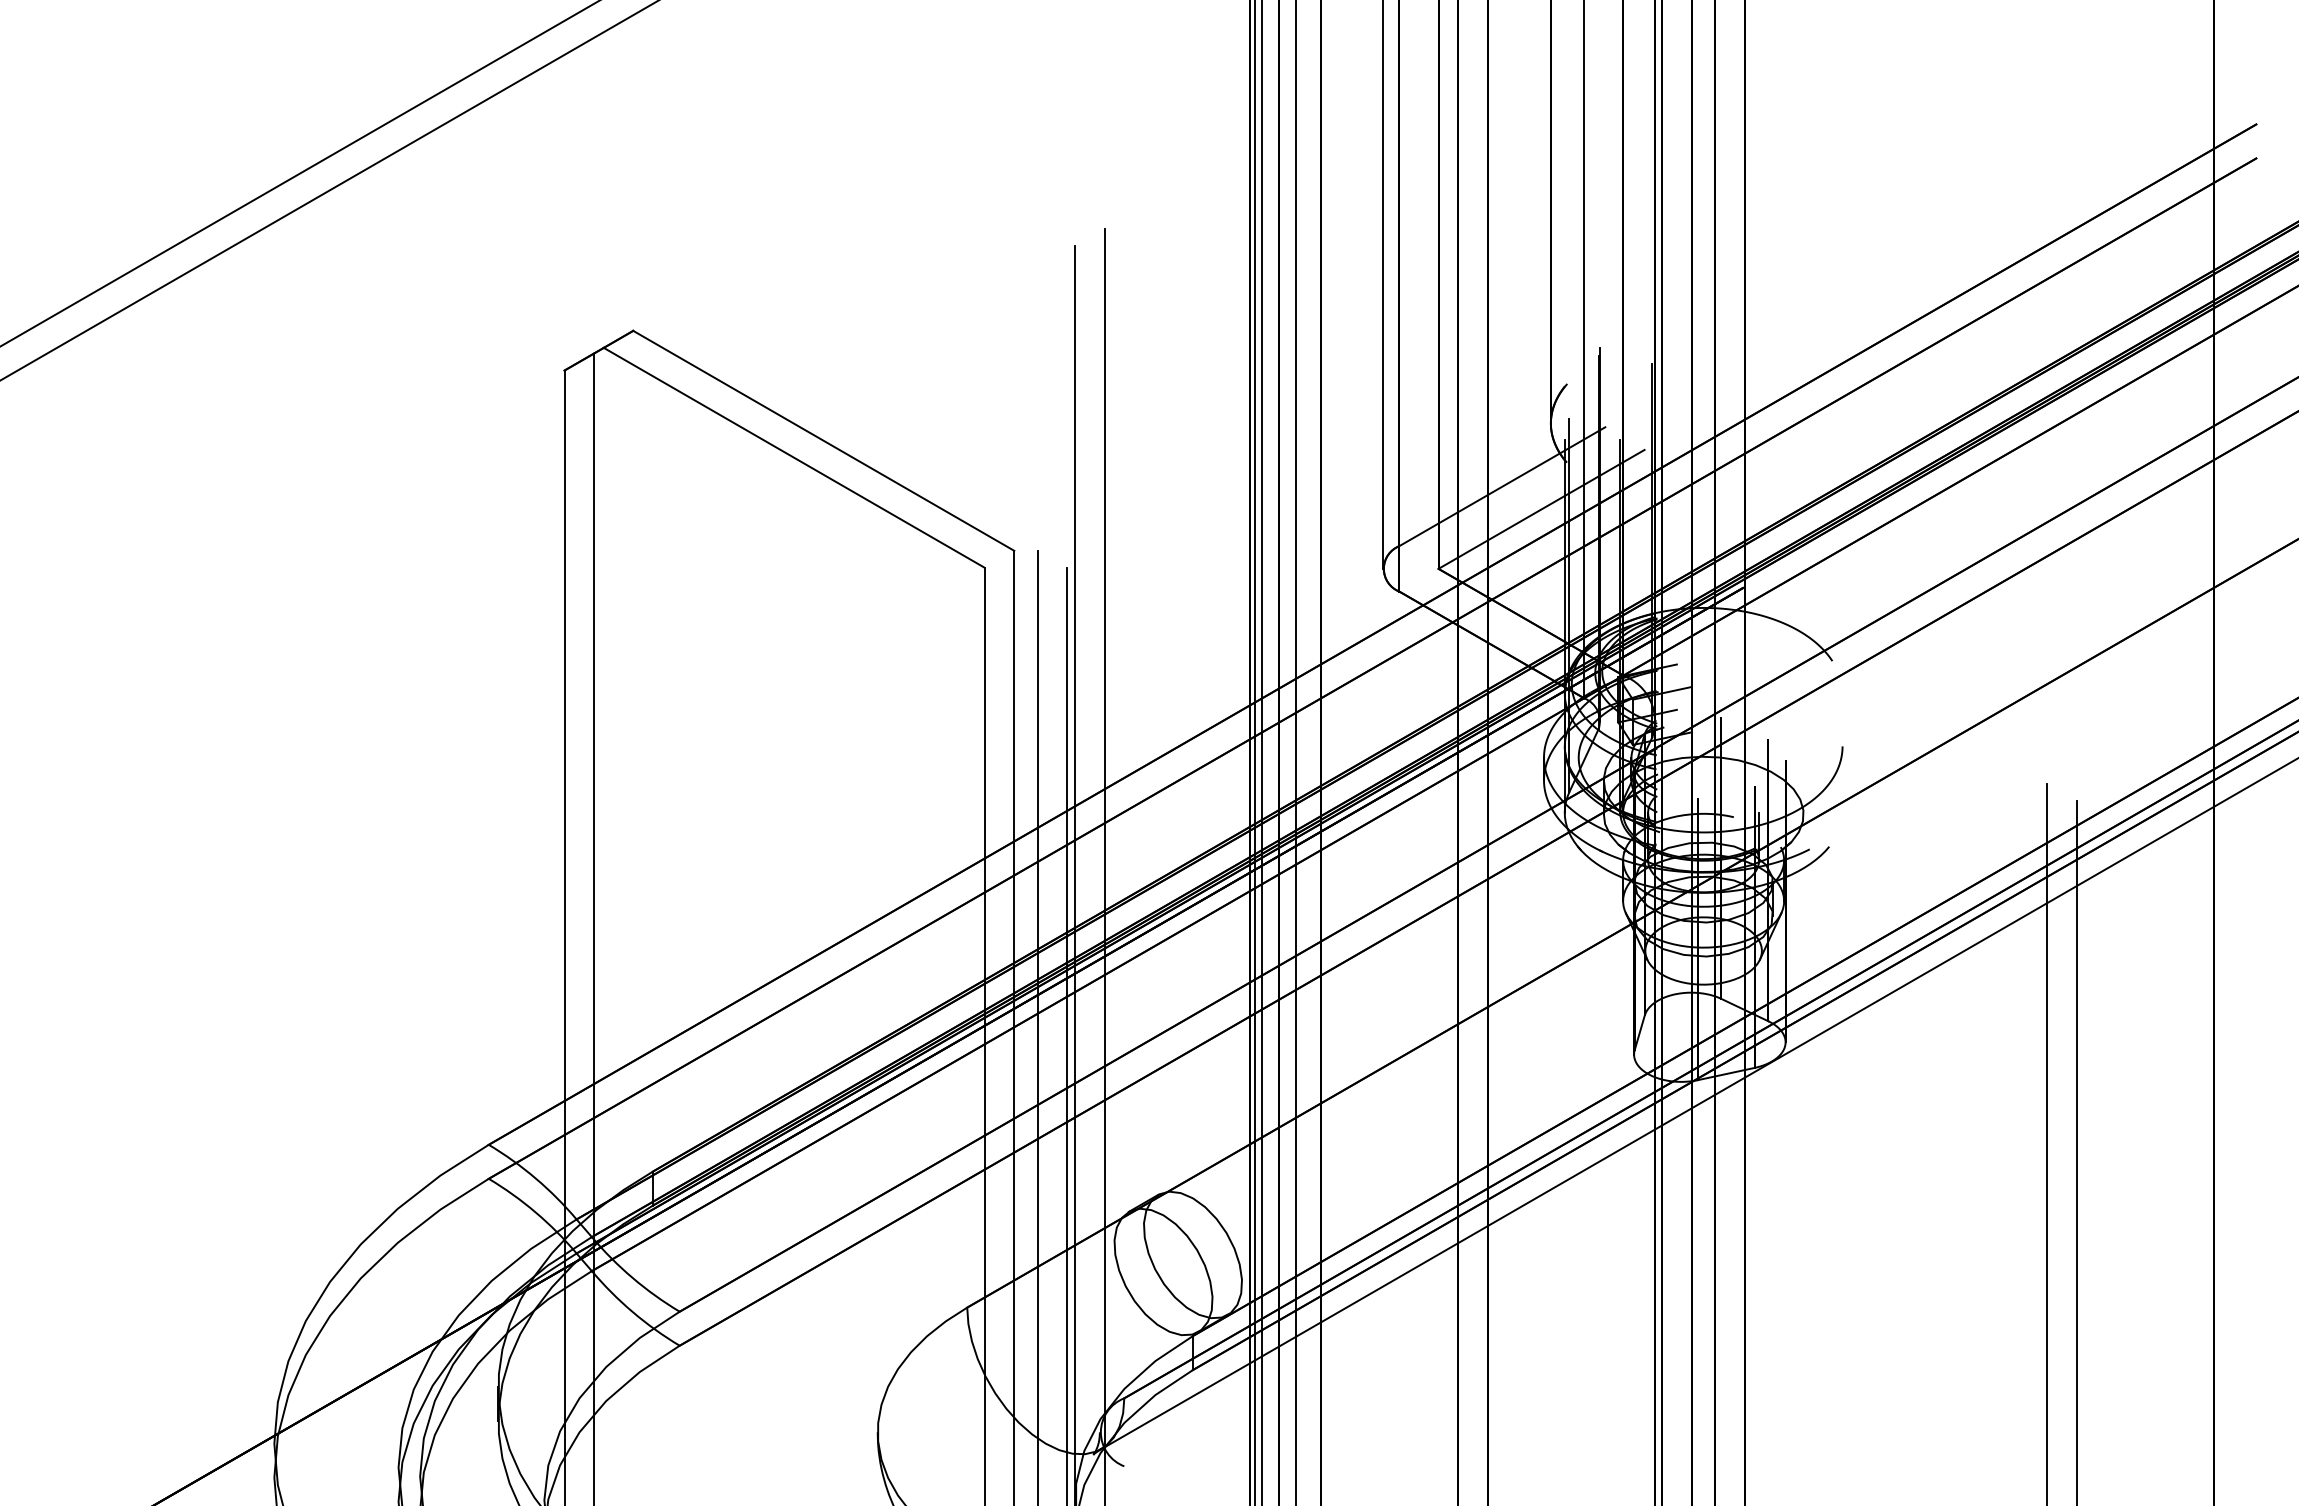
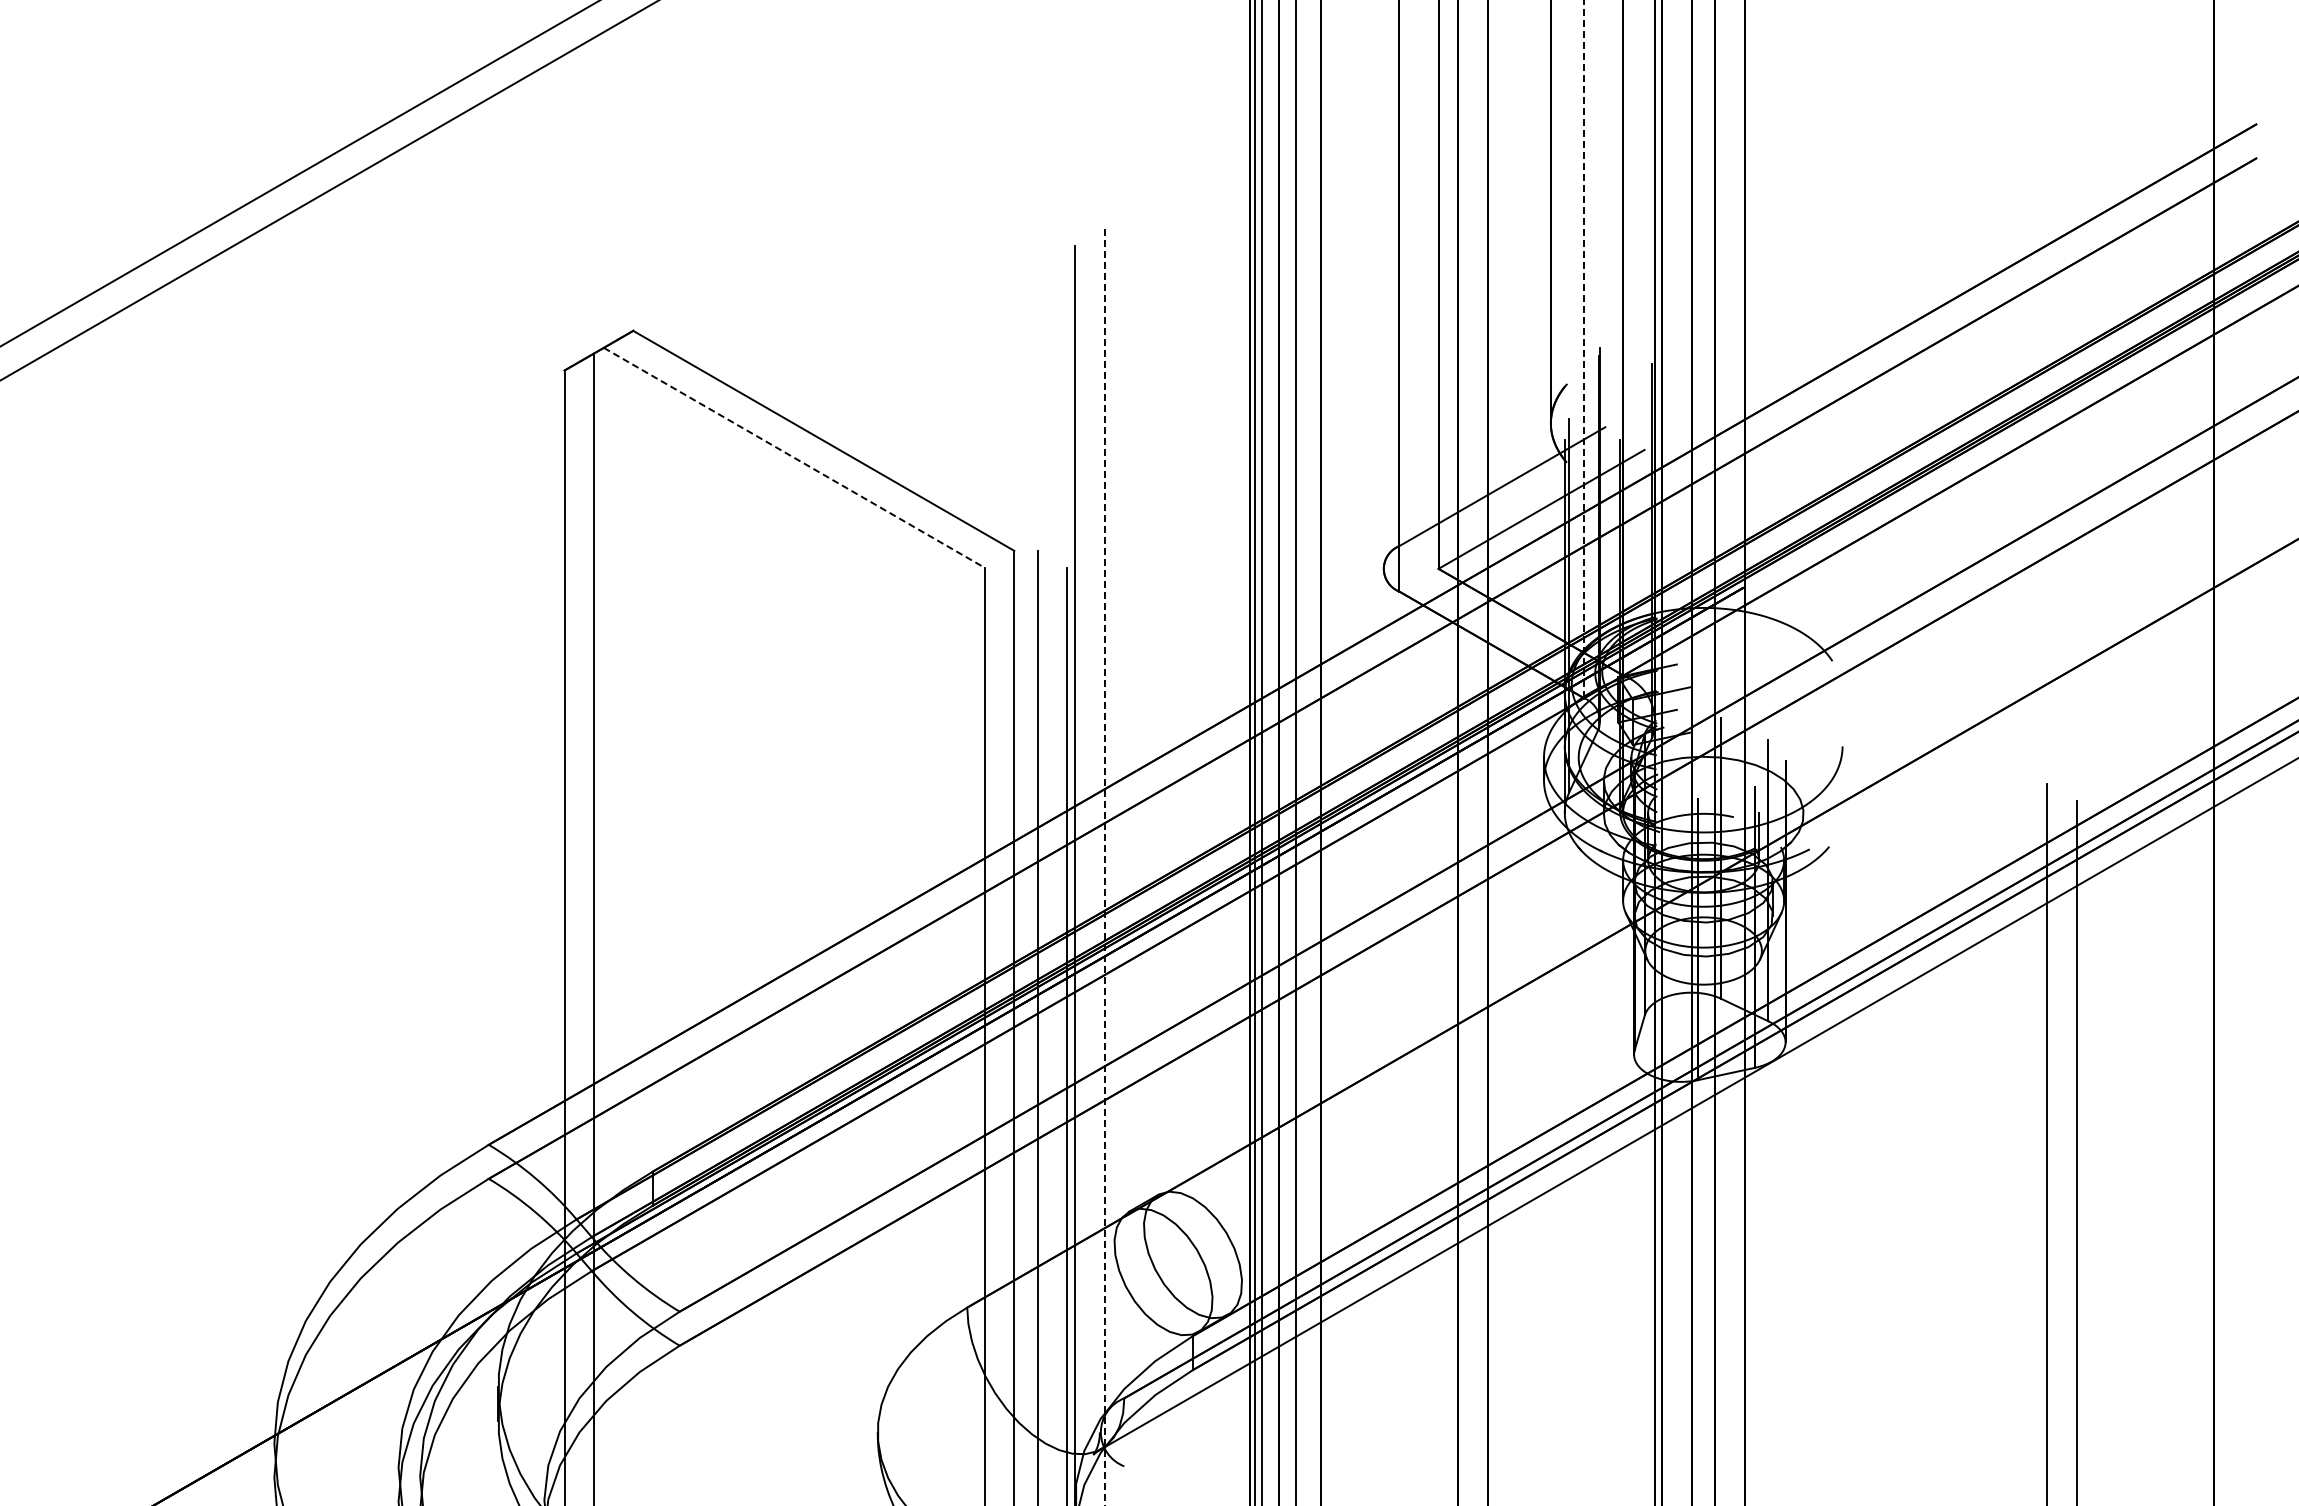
line at (1383, 285): present -> none
line at (1584, 349): solid -> dashed
line at (794, 457): solid -> dashed
line at (1104, 868): solid -> dashed
